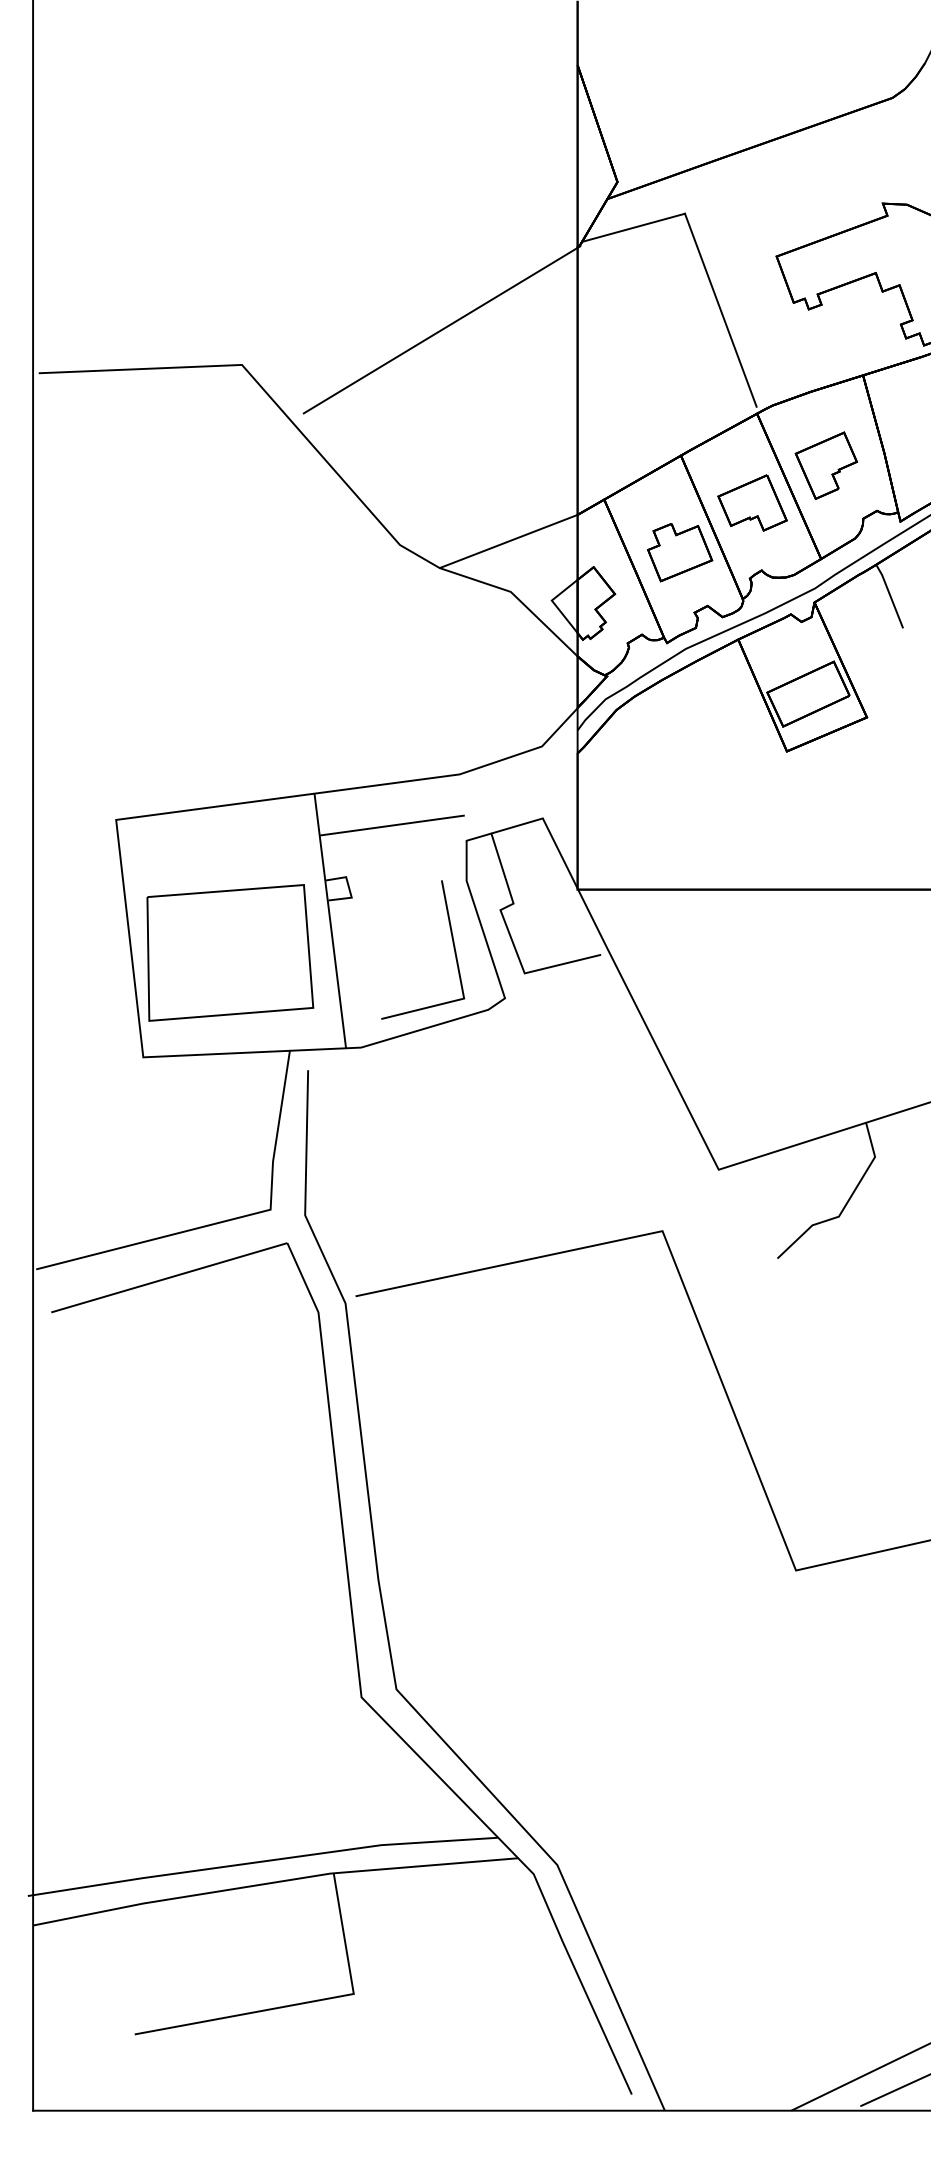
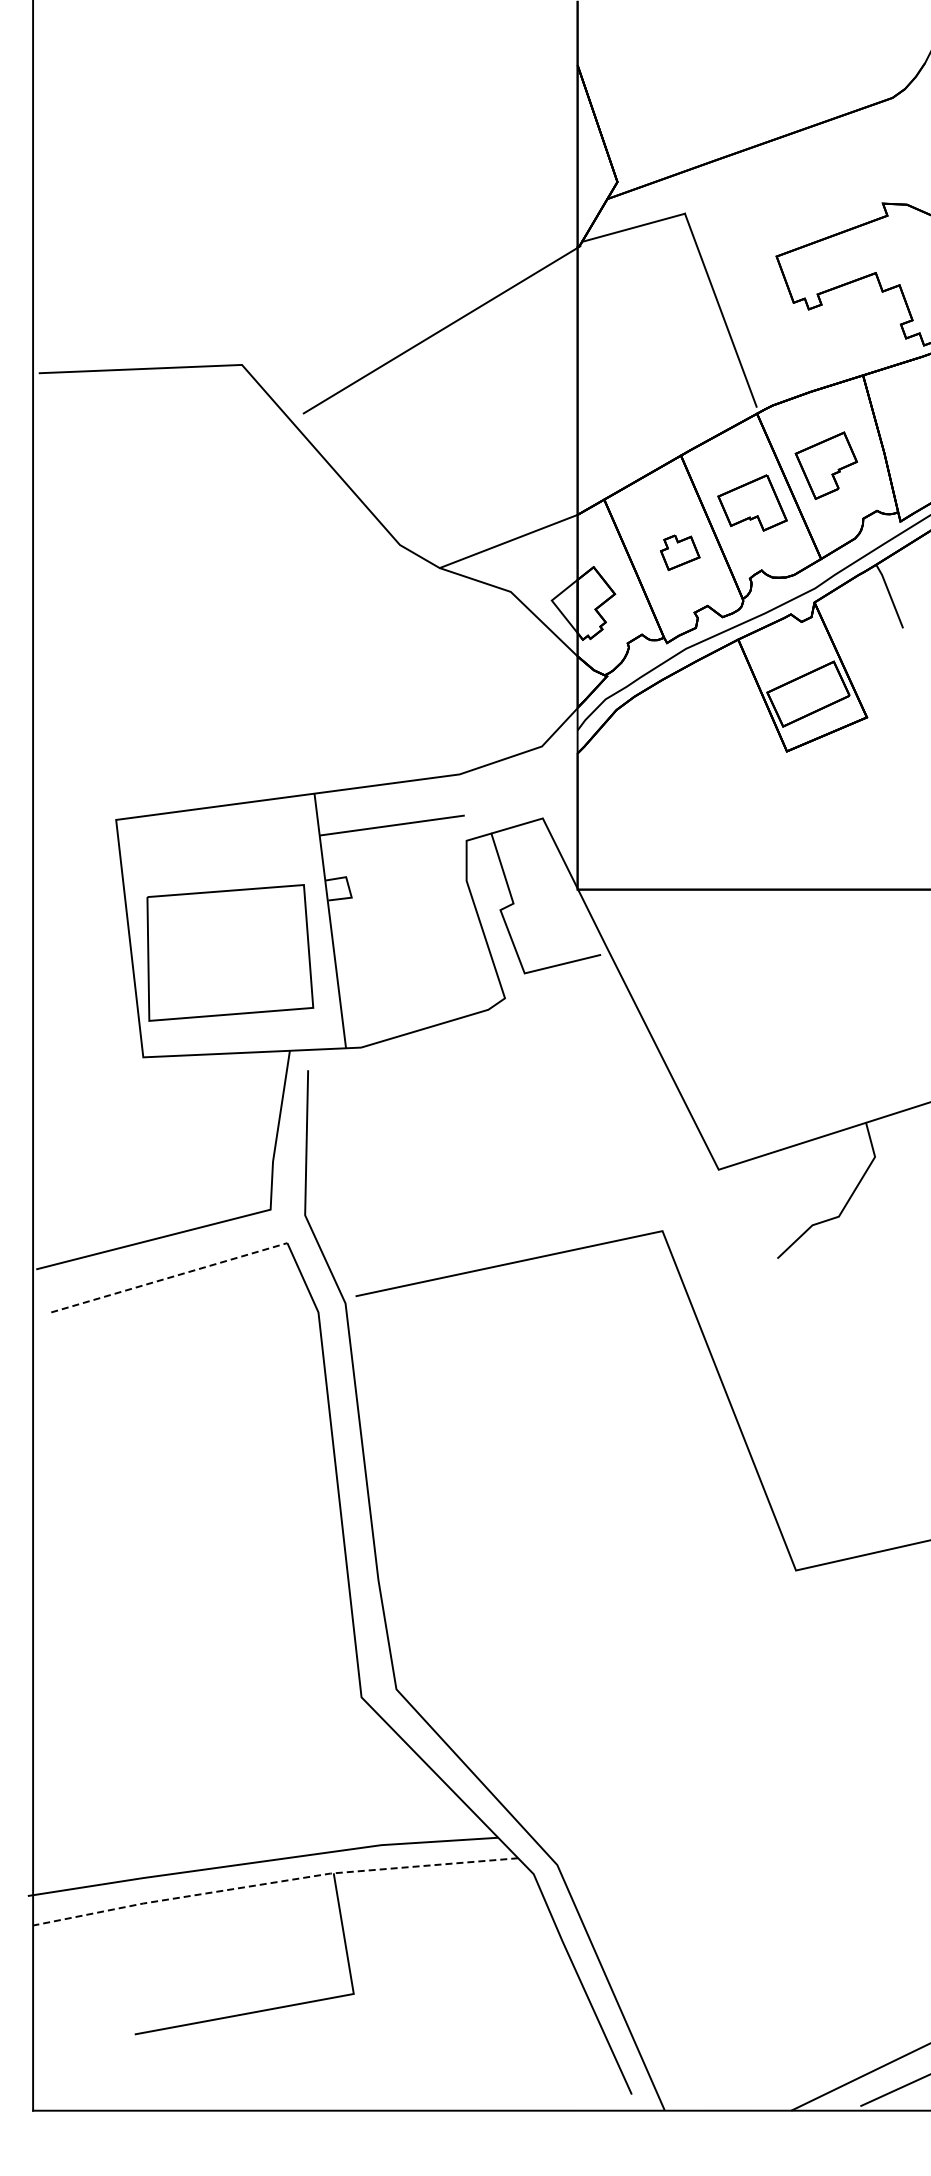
part at (680, 552) size: 67x60 px -> 41x37 px
line at (452, 943): present -> none
line at (169, 1277): solid -> dashed
line at (274, 1882): solid -> dashed
